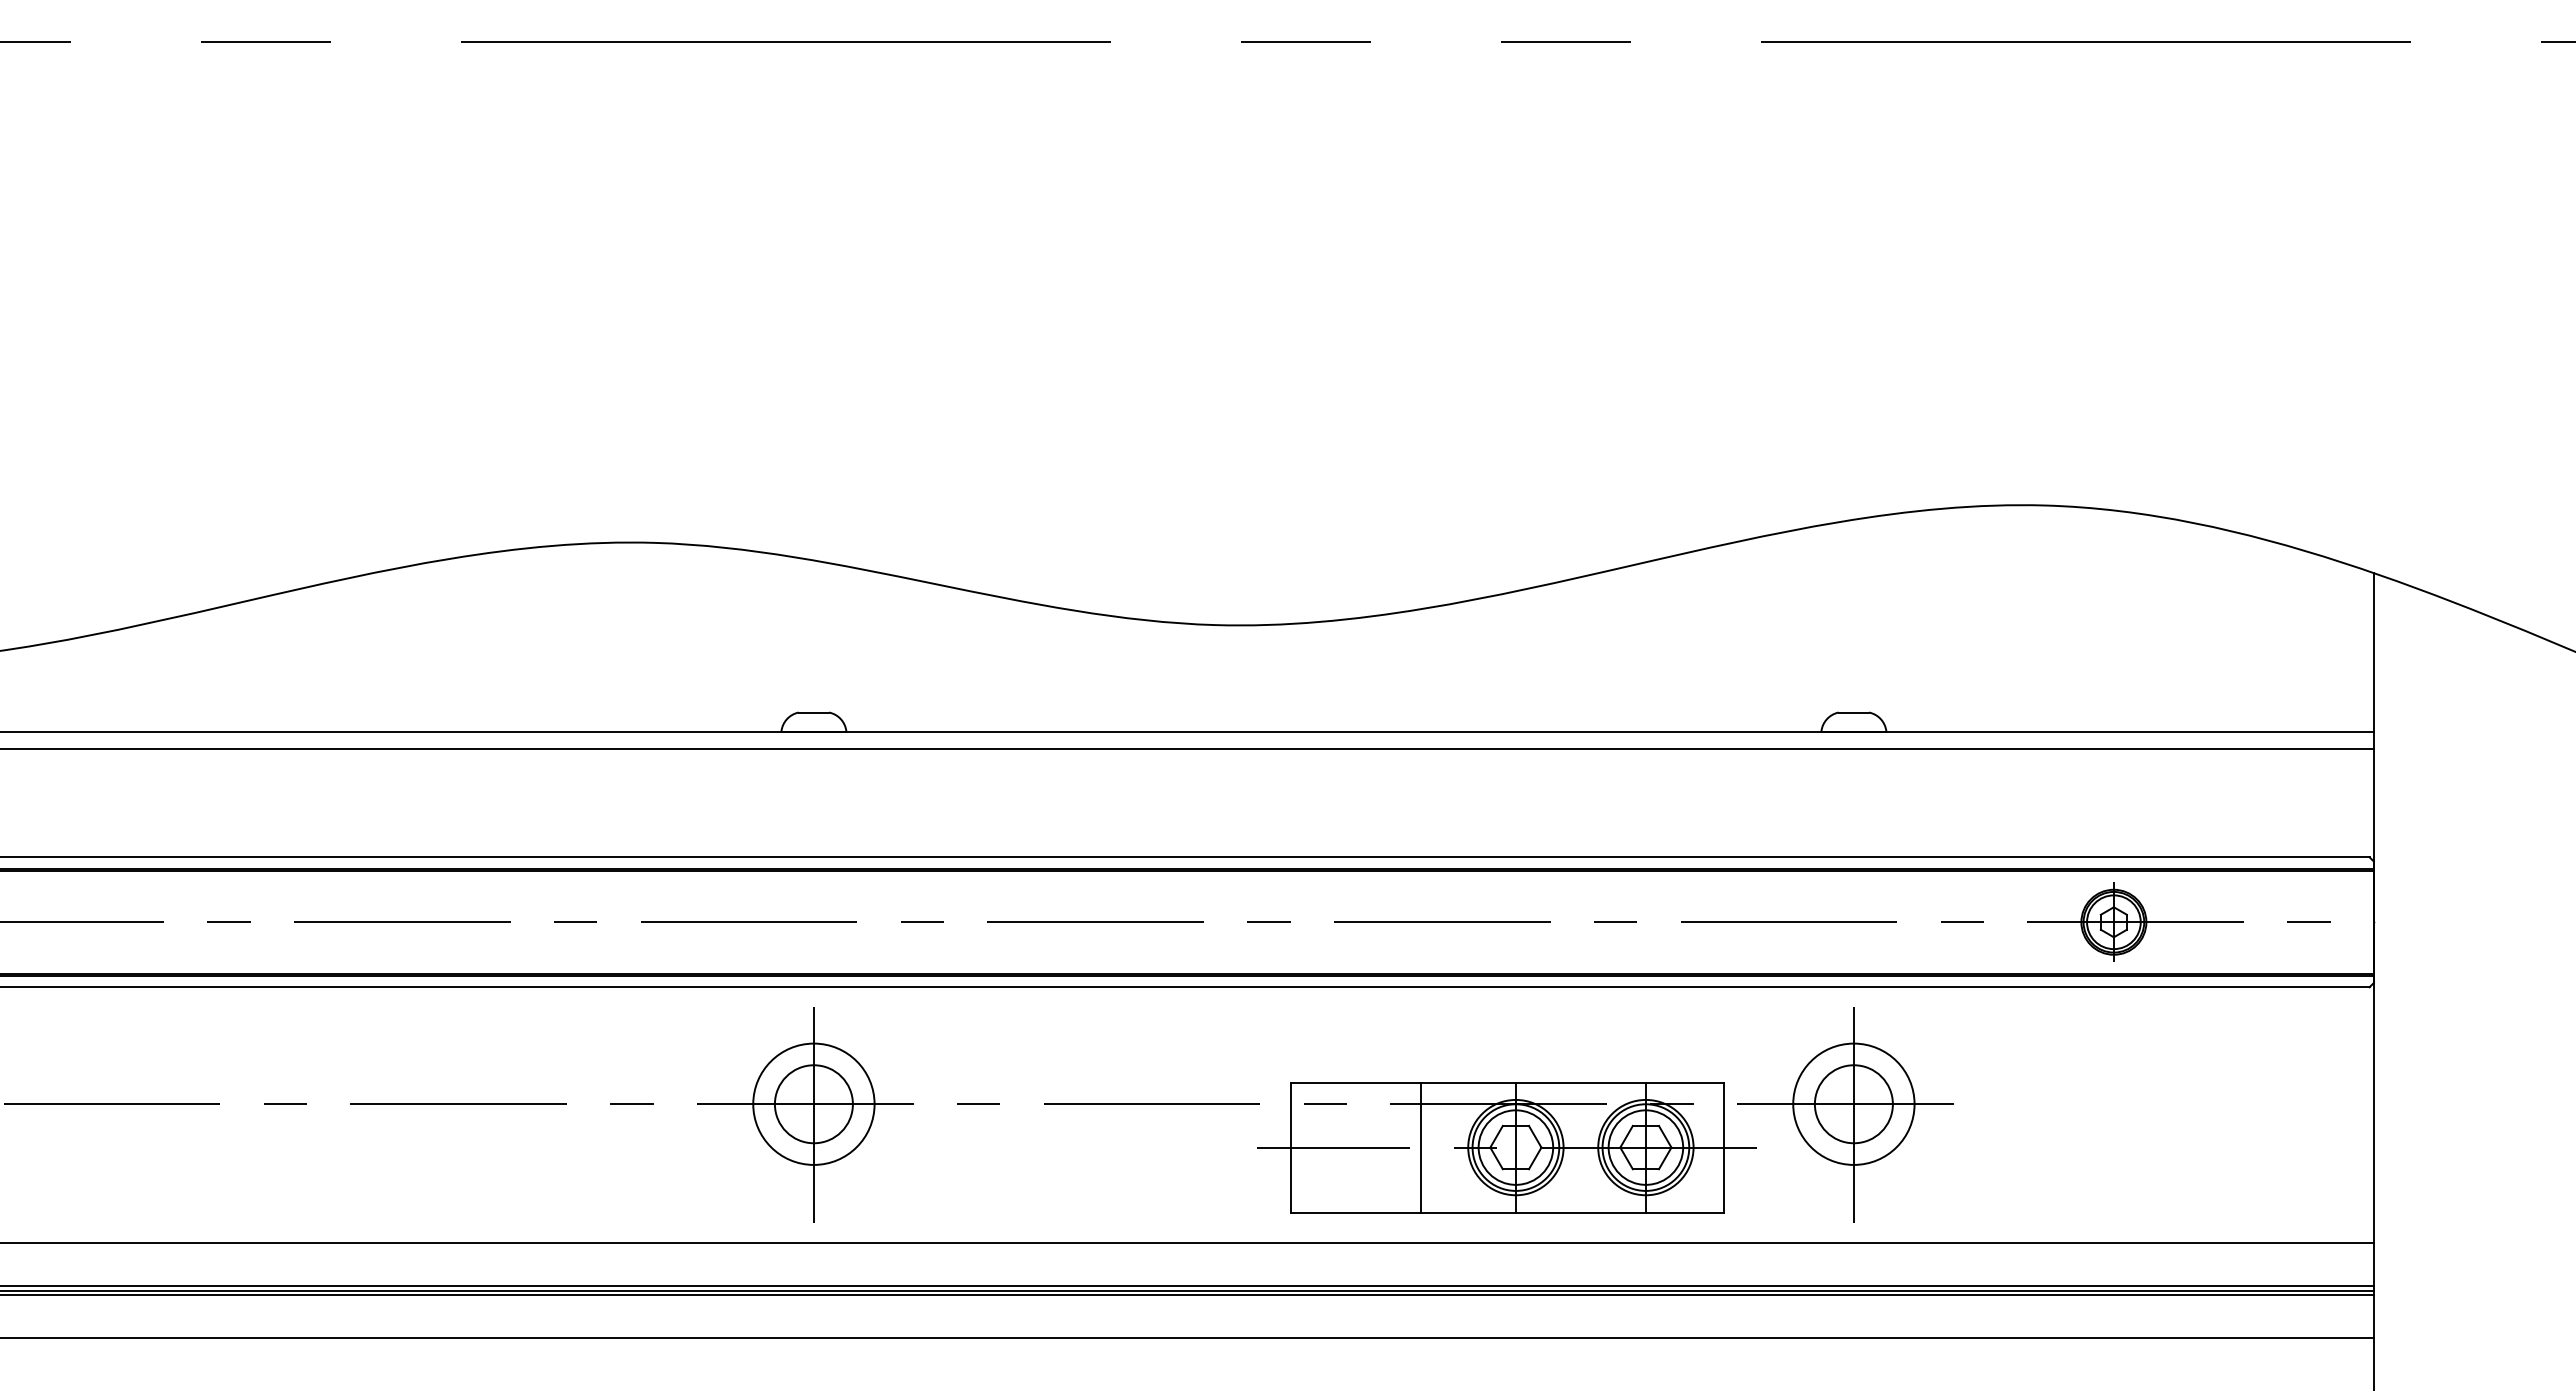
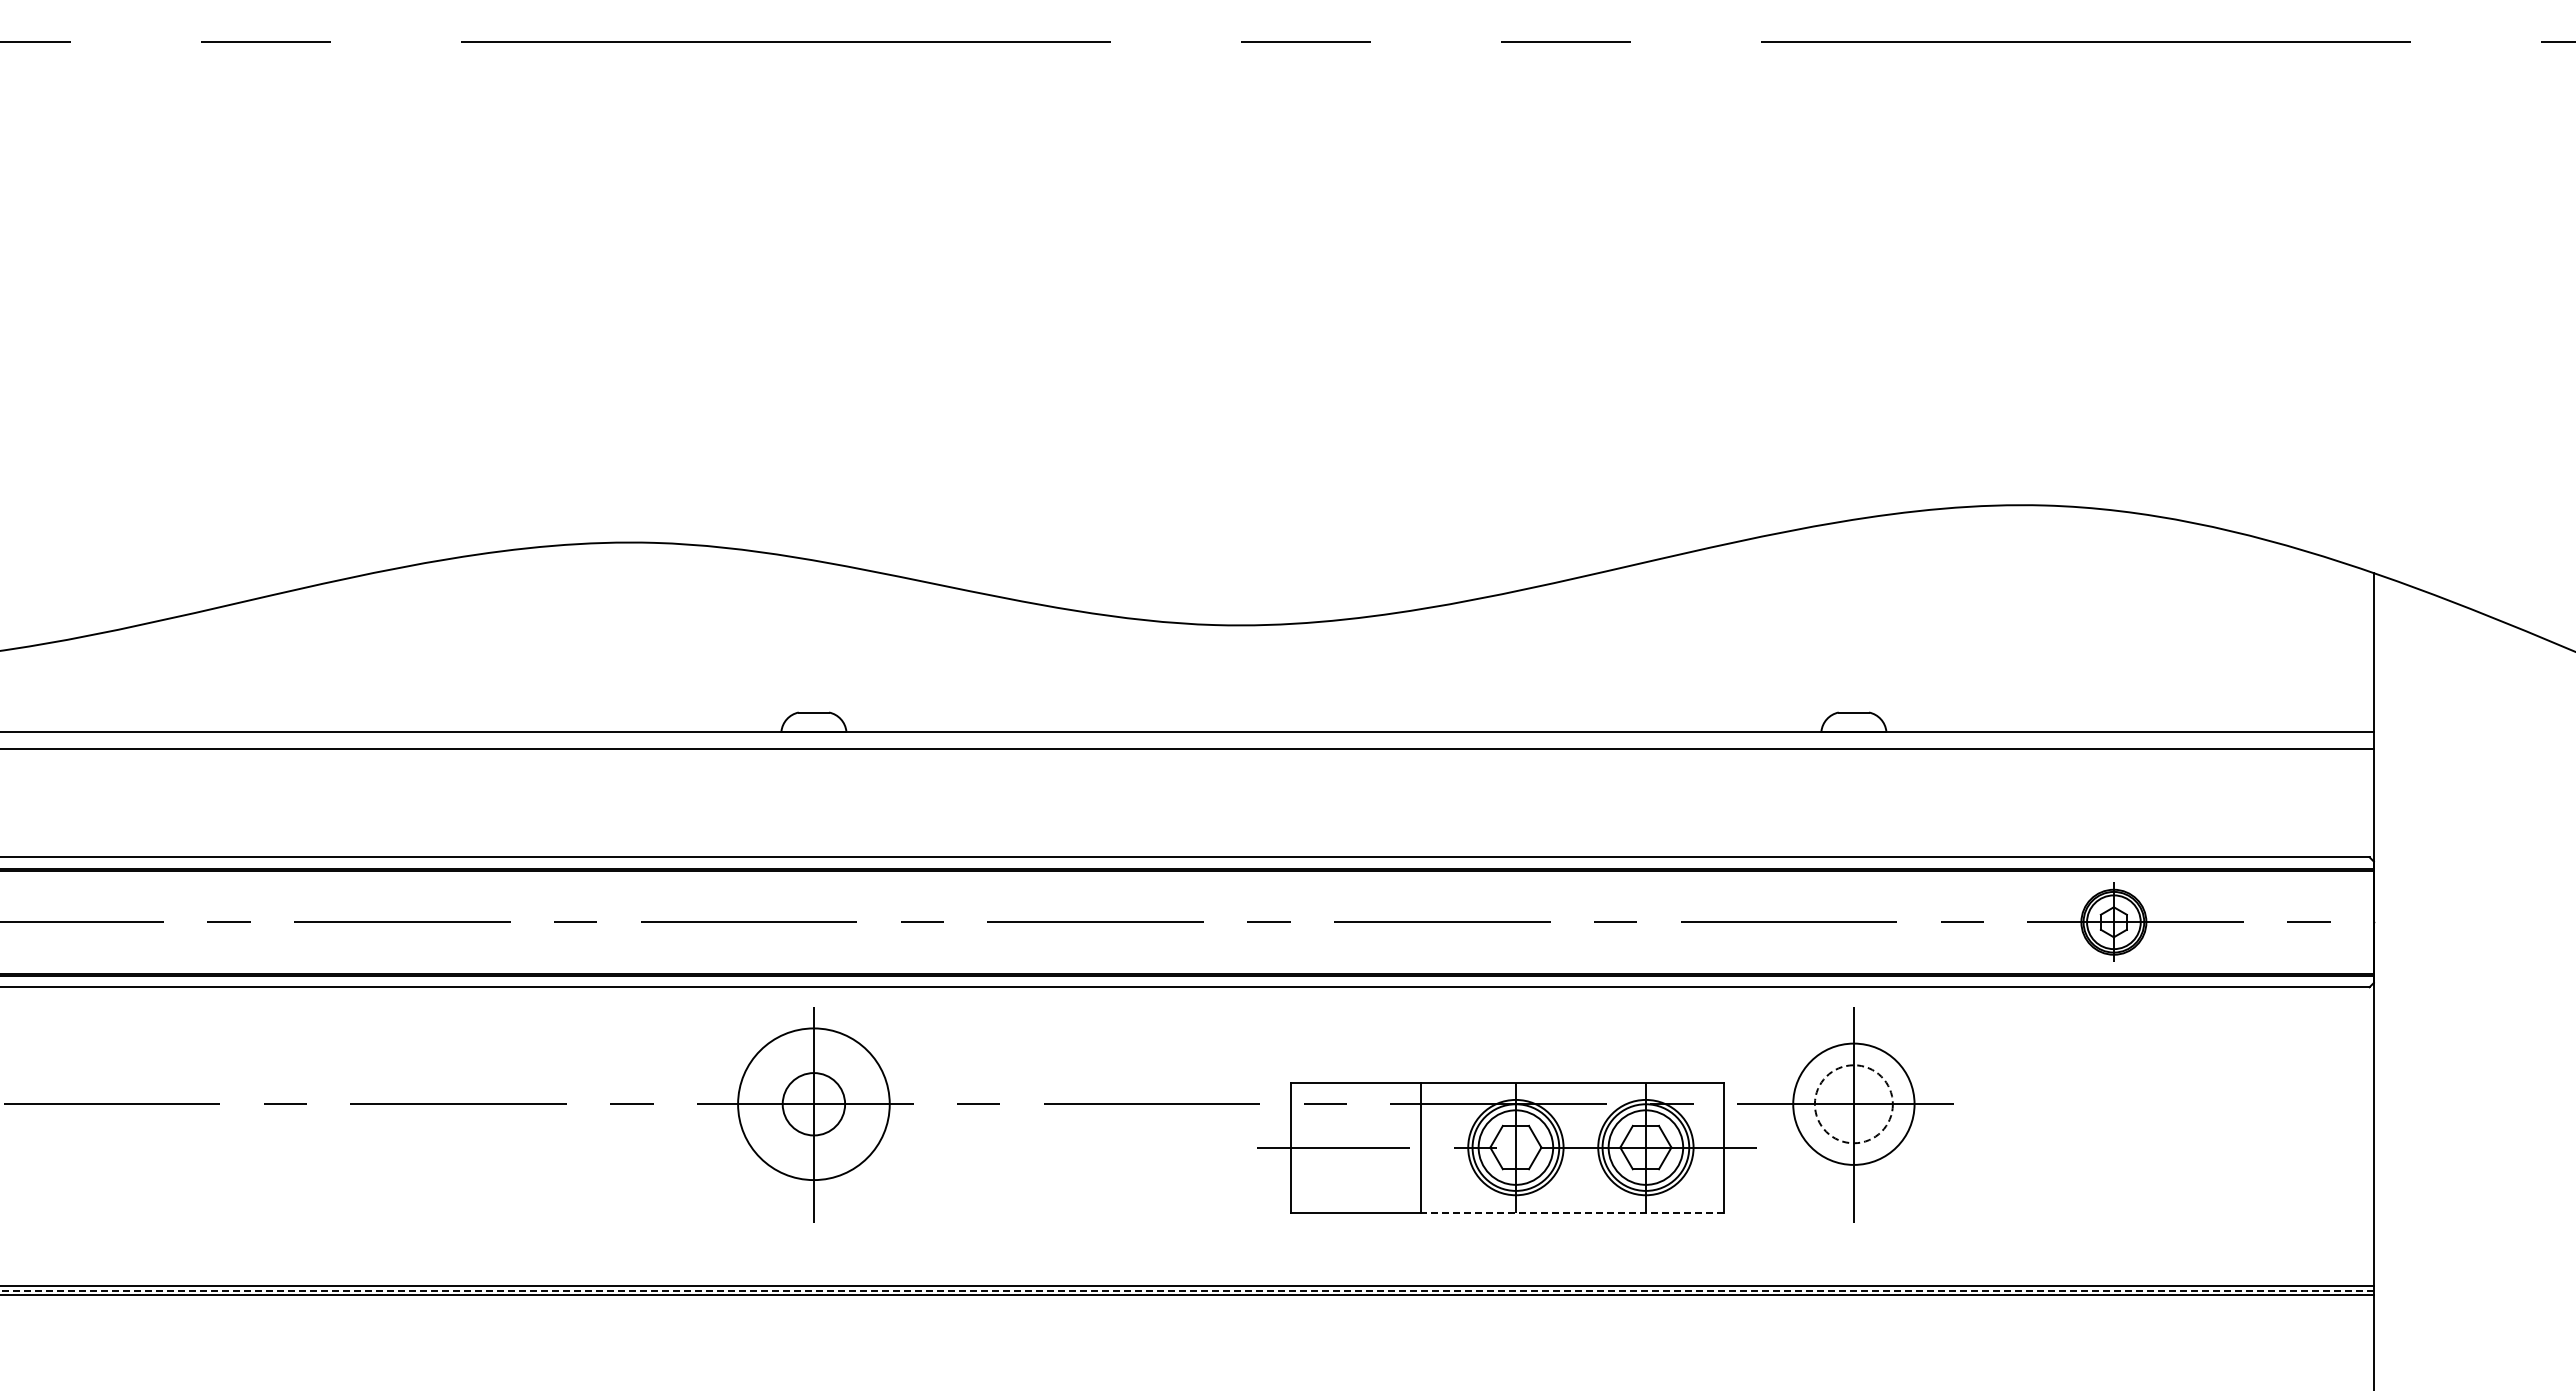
circle at (813, 1103) diameter: 121 px -> 152 px
circle at (813, 1104) diameter: 78 px -> 62 px
circle at (1853, 1104): solid -> dashed
line at (1572, 1212): solid -> dashed
line at (1187, 1242): present -> none
line at (1187, 1290): solid -> dashed
line at (1187, 1338): present -> none
